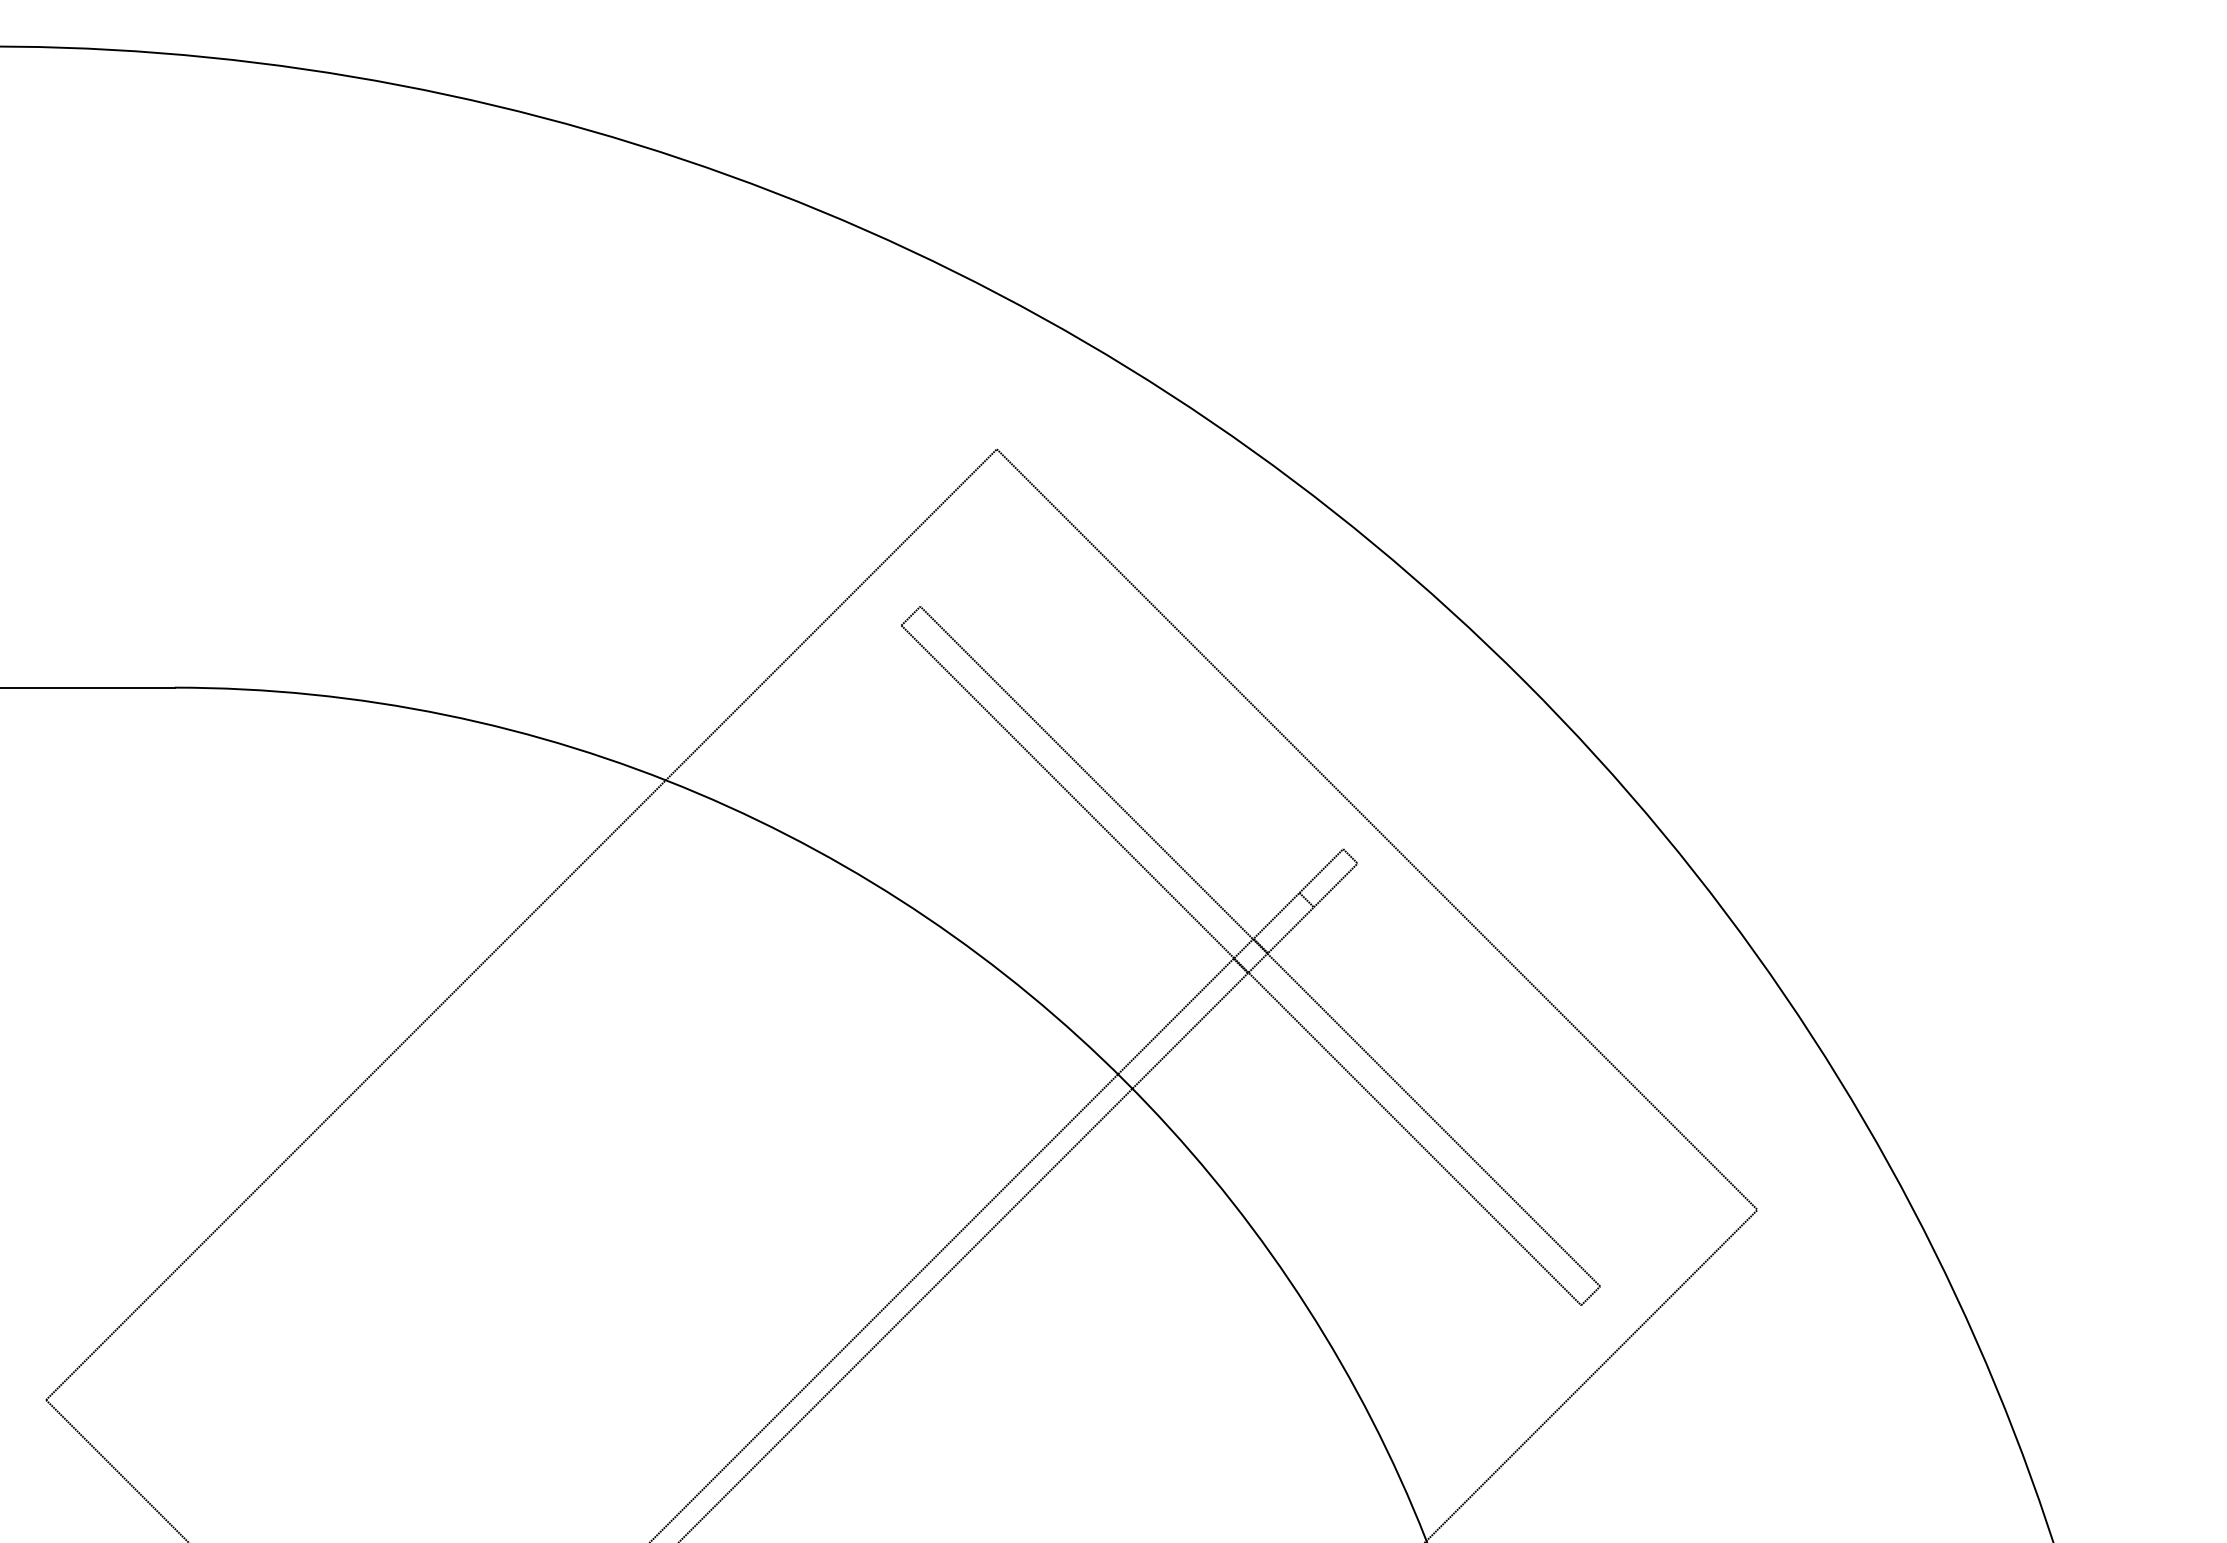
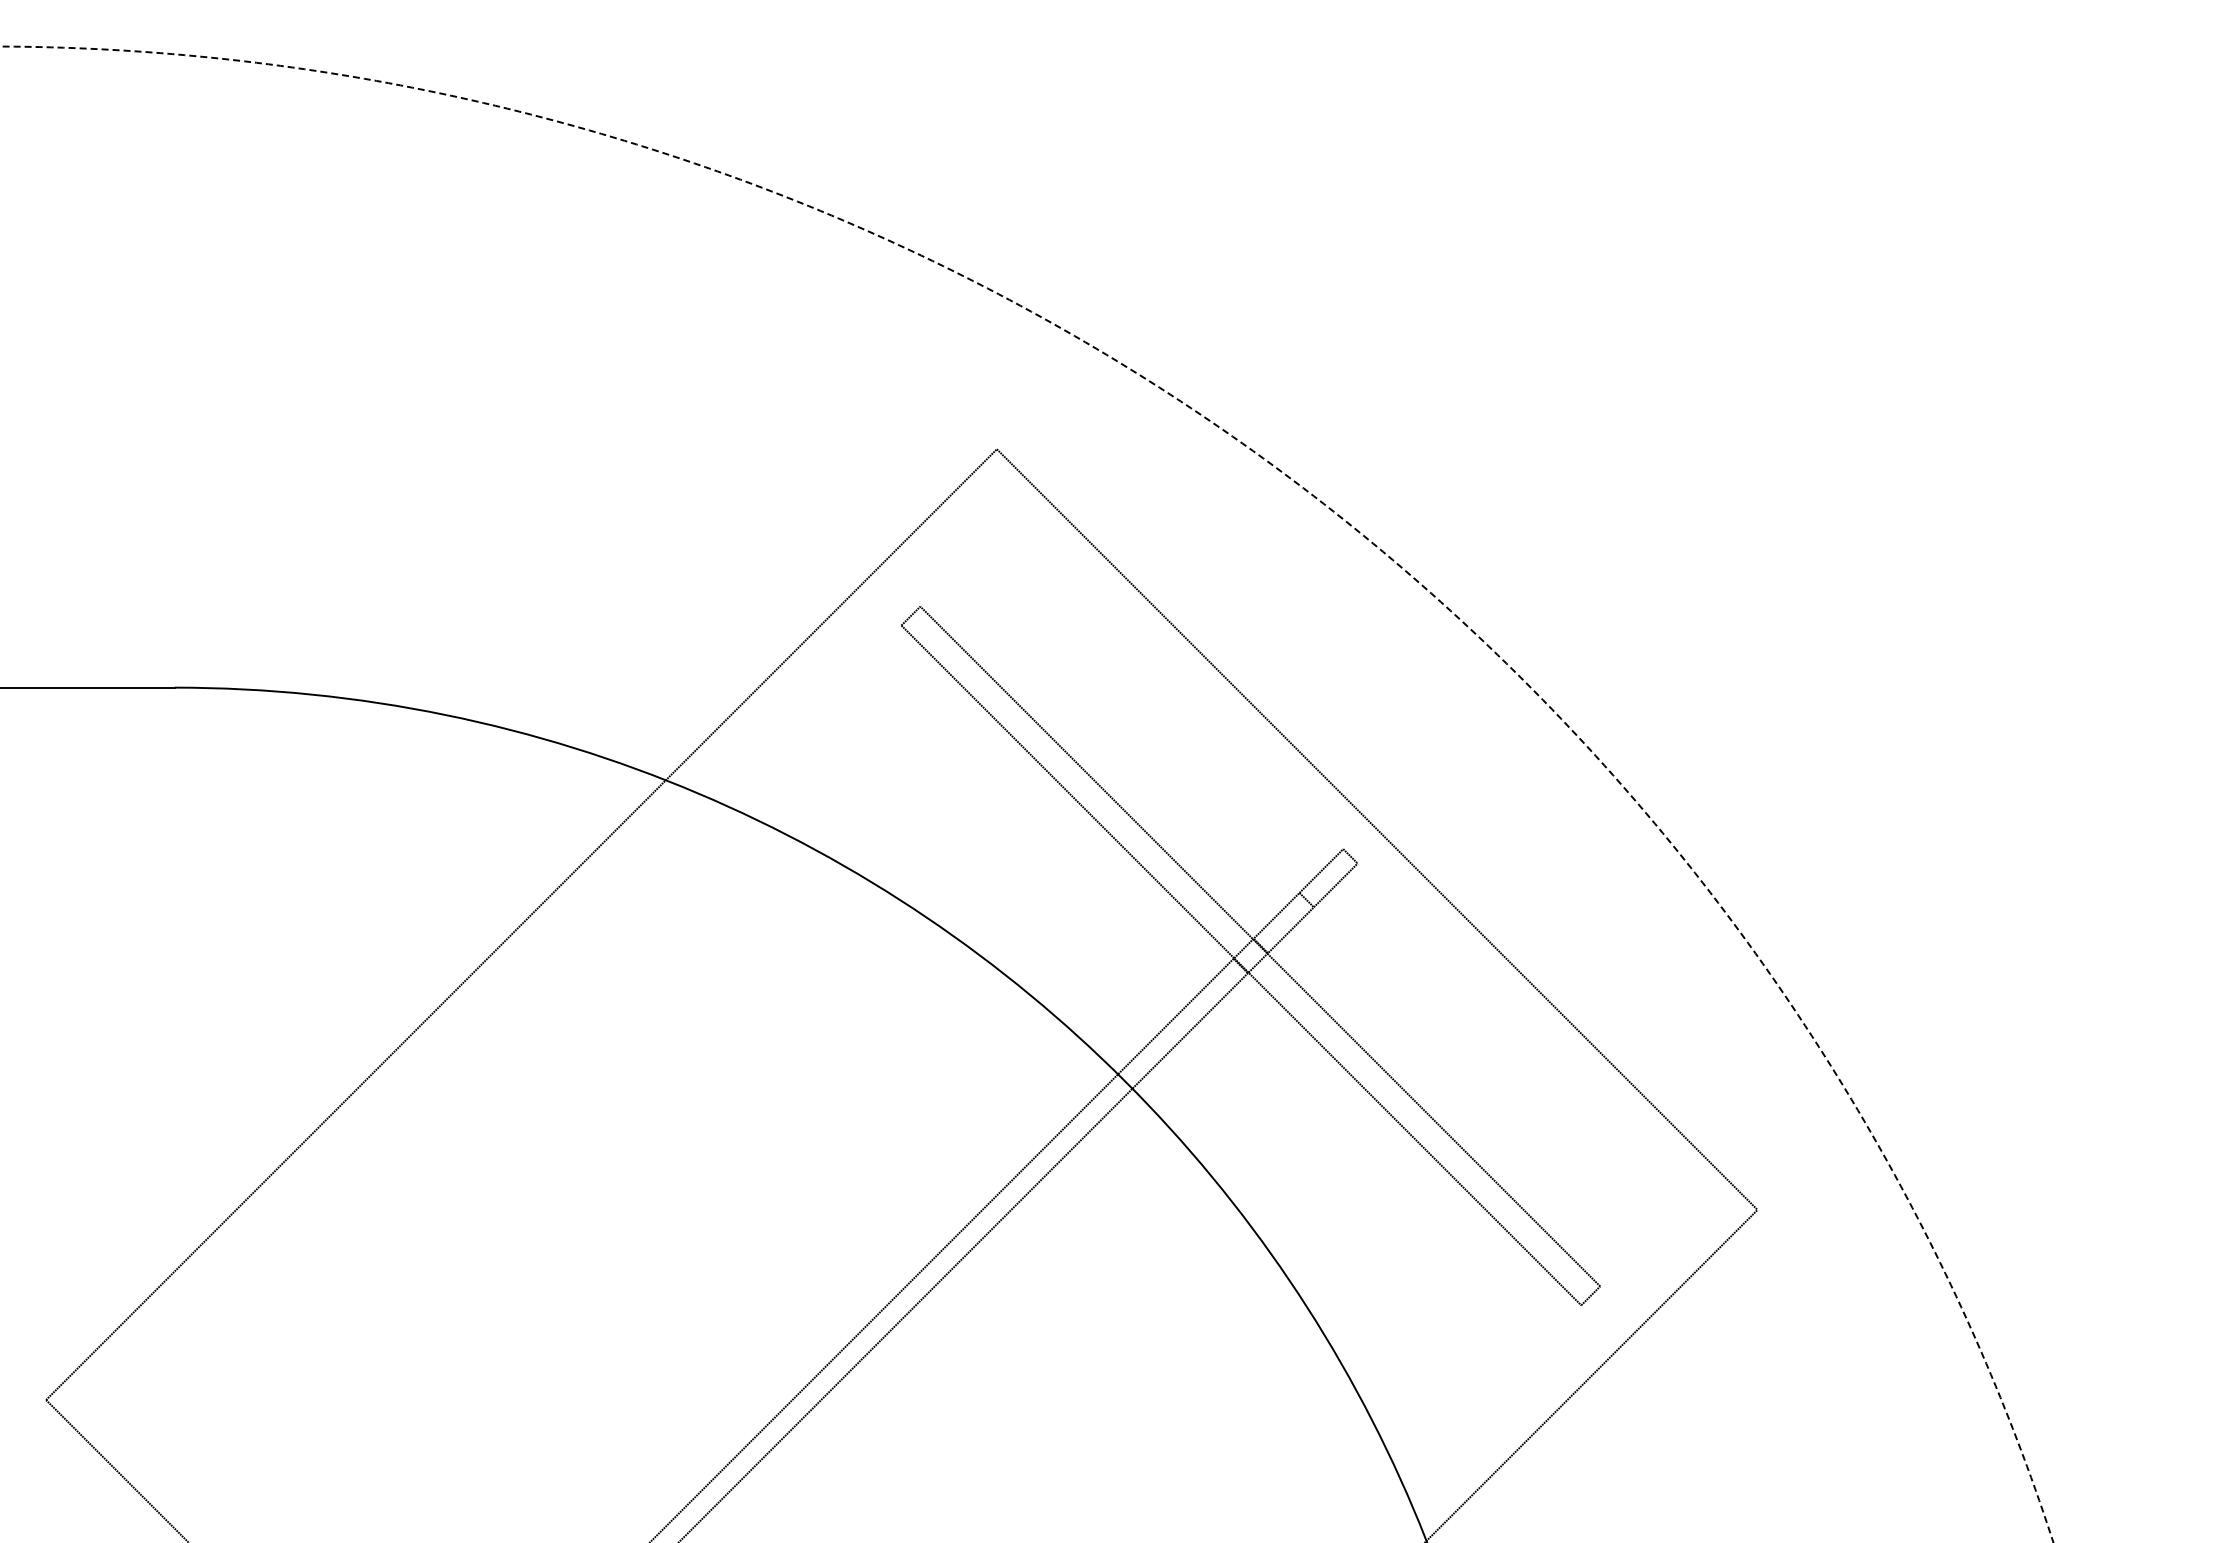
arc at (1265, 460): solid -> dashed
